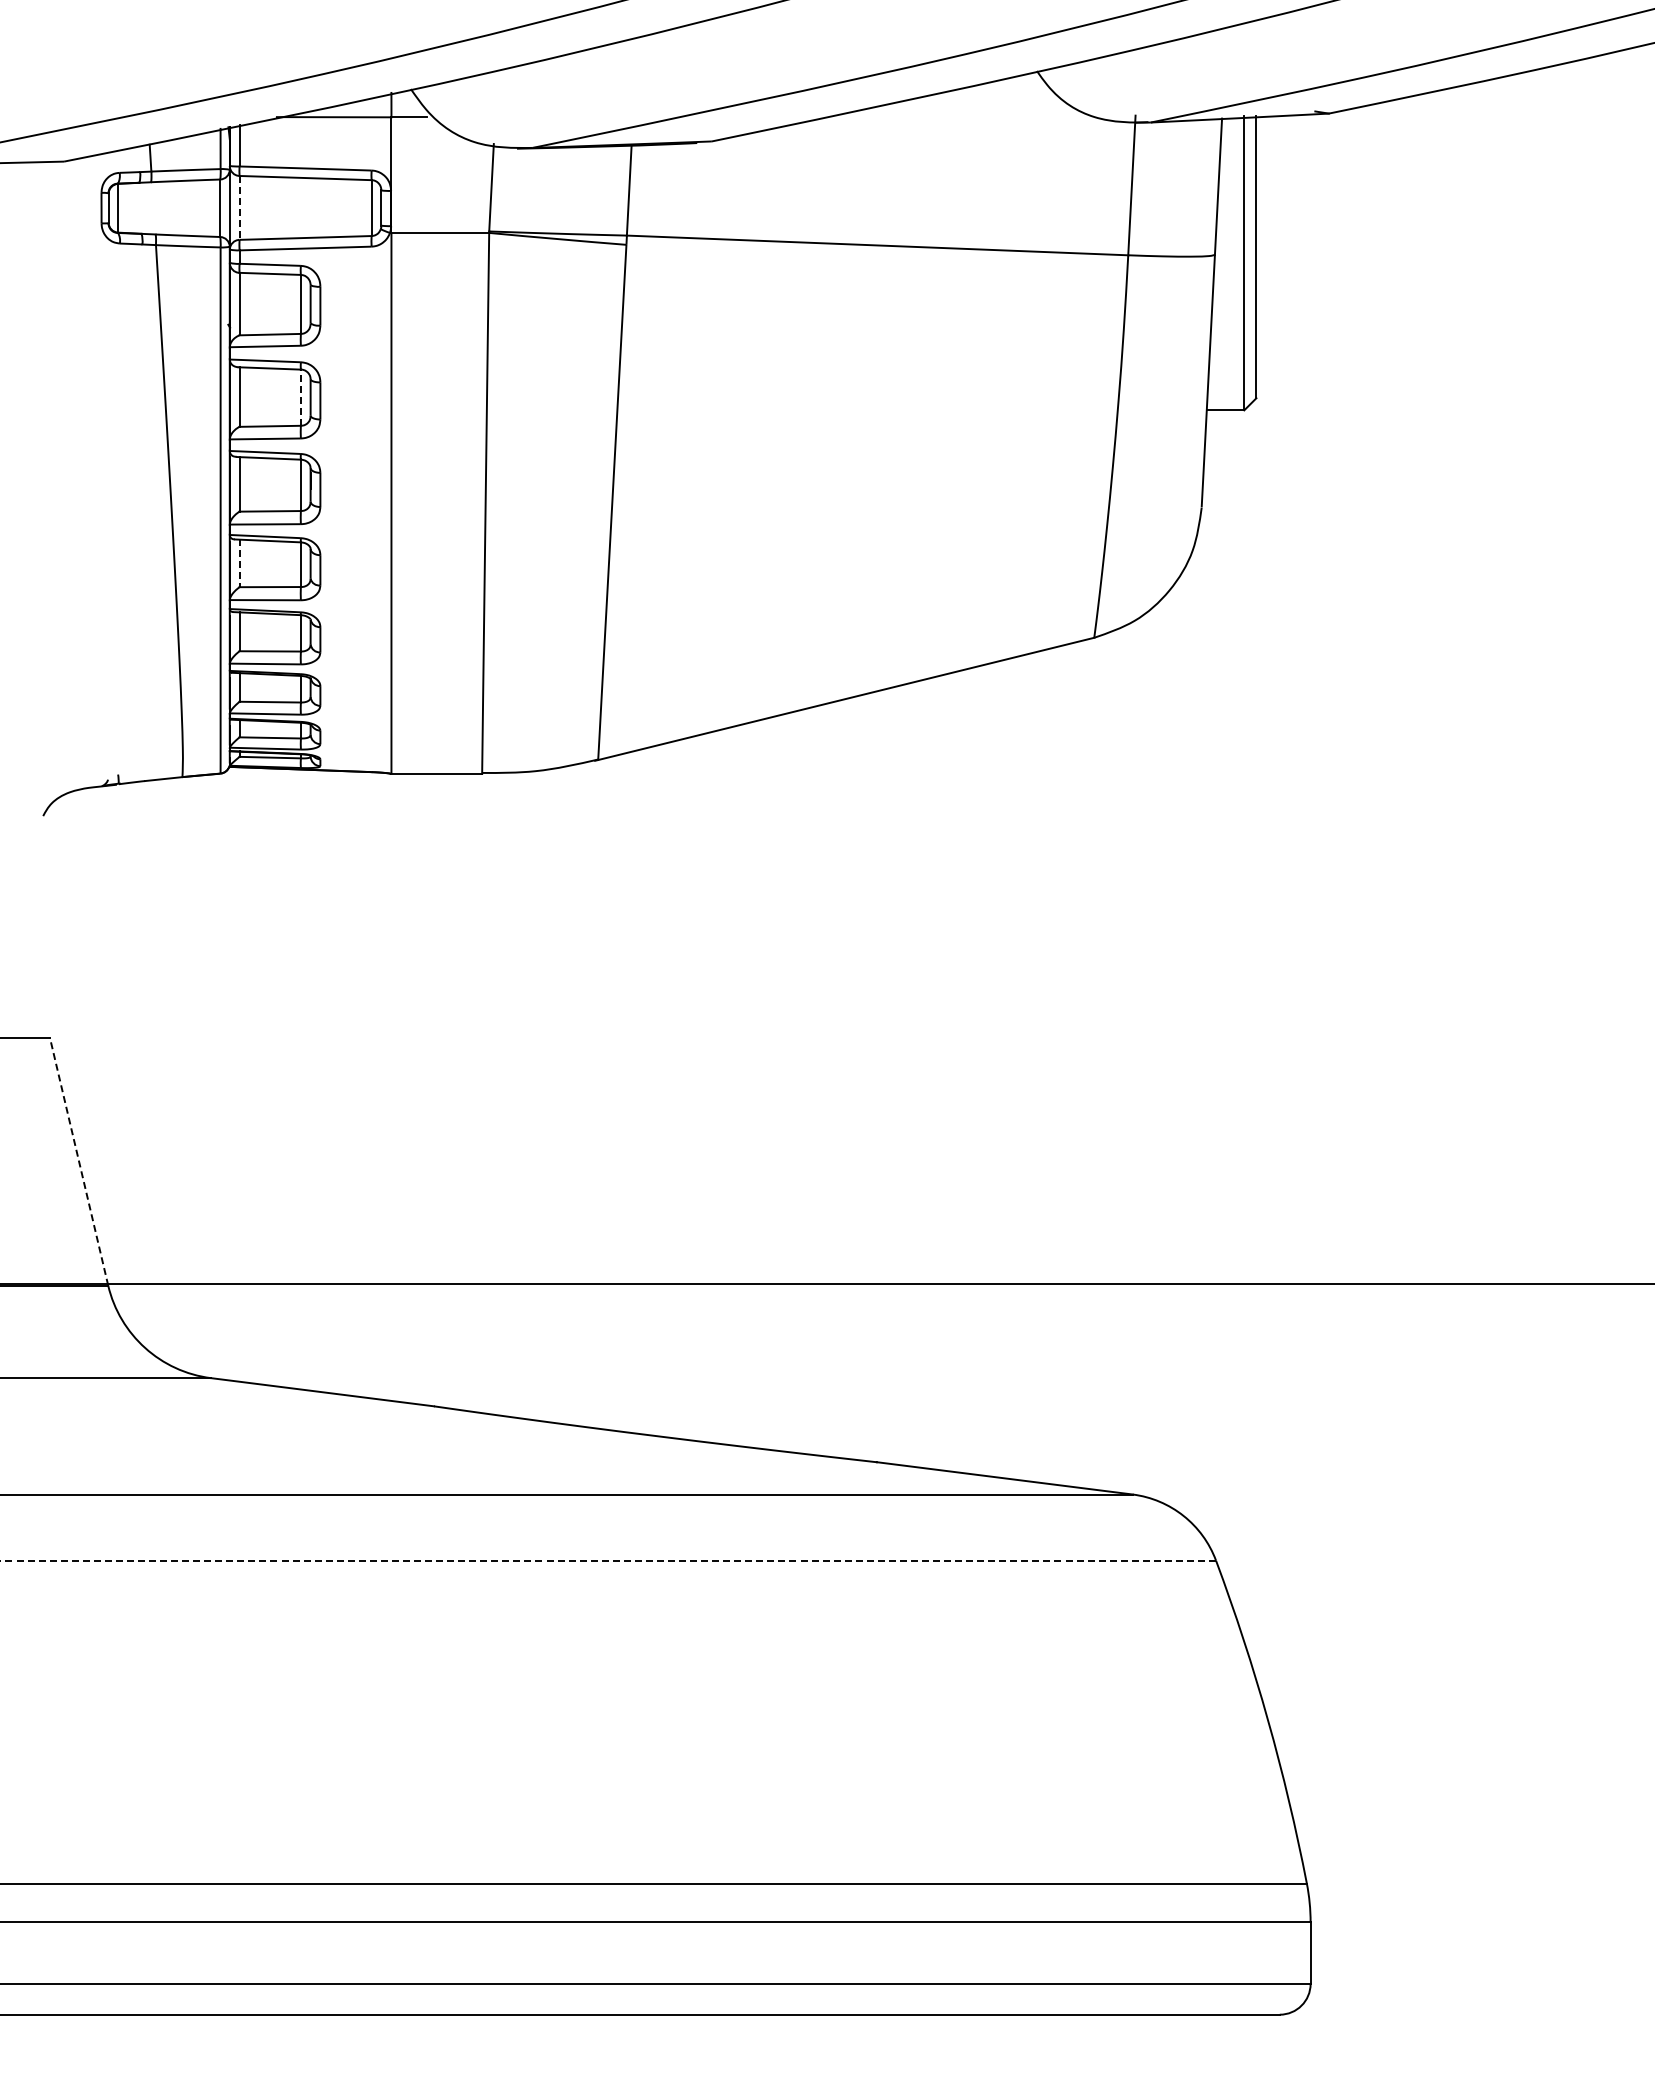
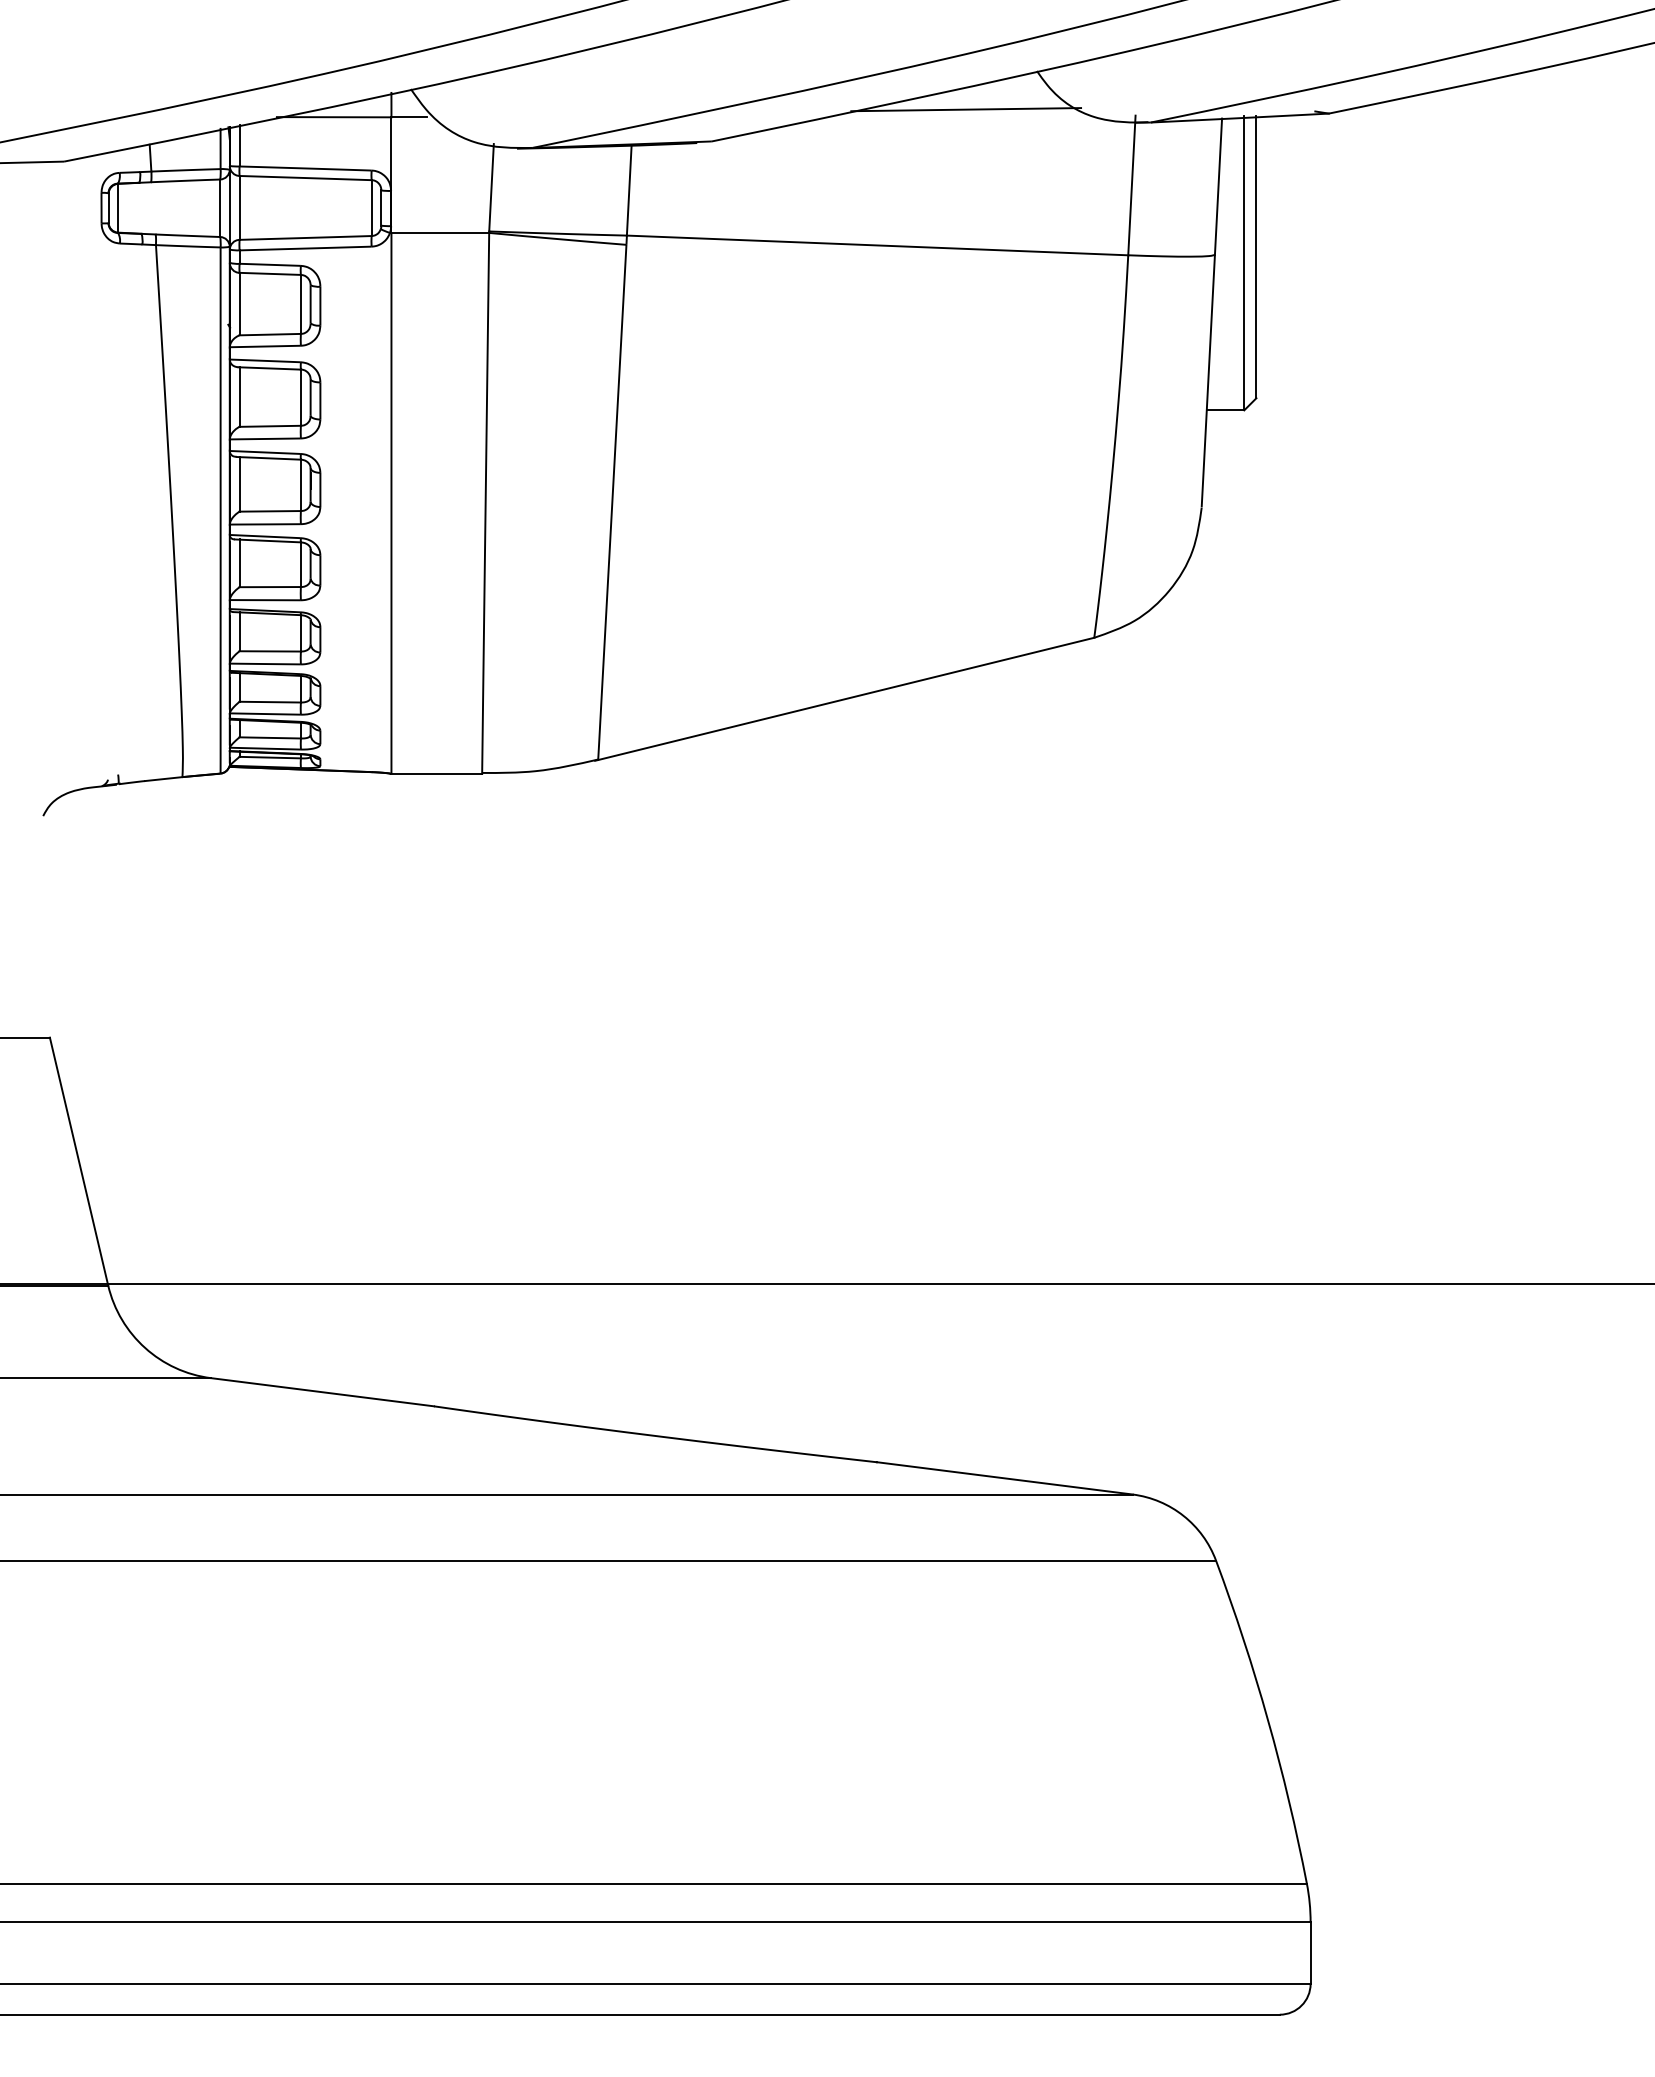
line at (966, 109): none -> present
line at (239, 207): dashed -> solid
line at (300, 397): dashed -> solid
line at (239, 563): dashed -> solid
line at (78, 1161): dashed -> solid
line at (608, 1560): dashed -> solid
